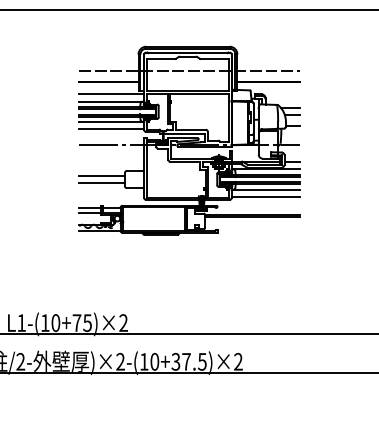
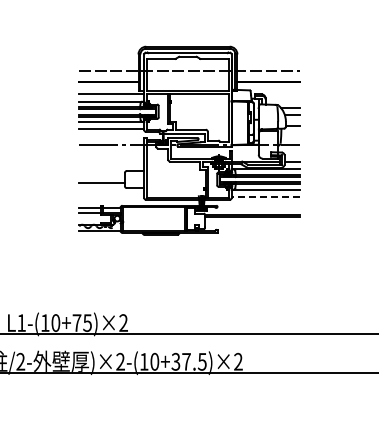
line at (188, 9): present -> none
line at (101, 176): present -> none
line at (265, 197): solid -> dashed
